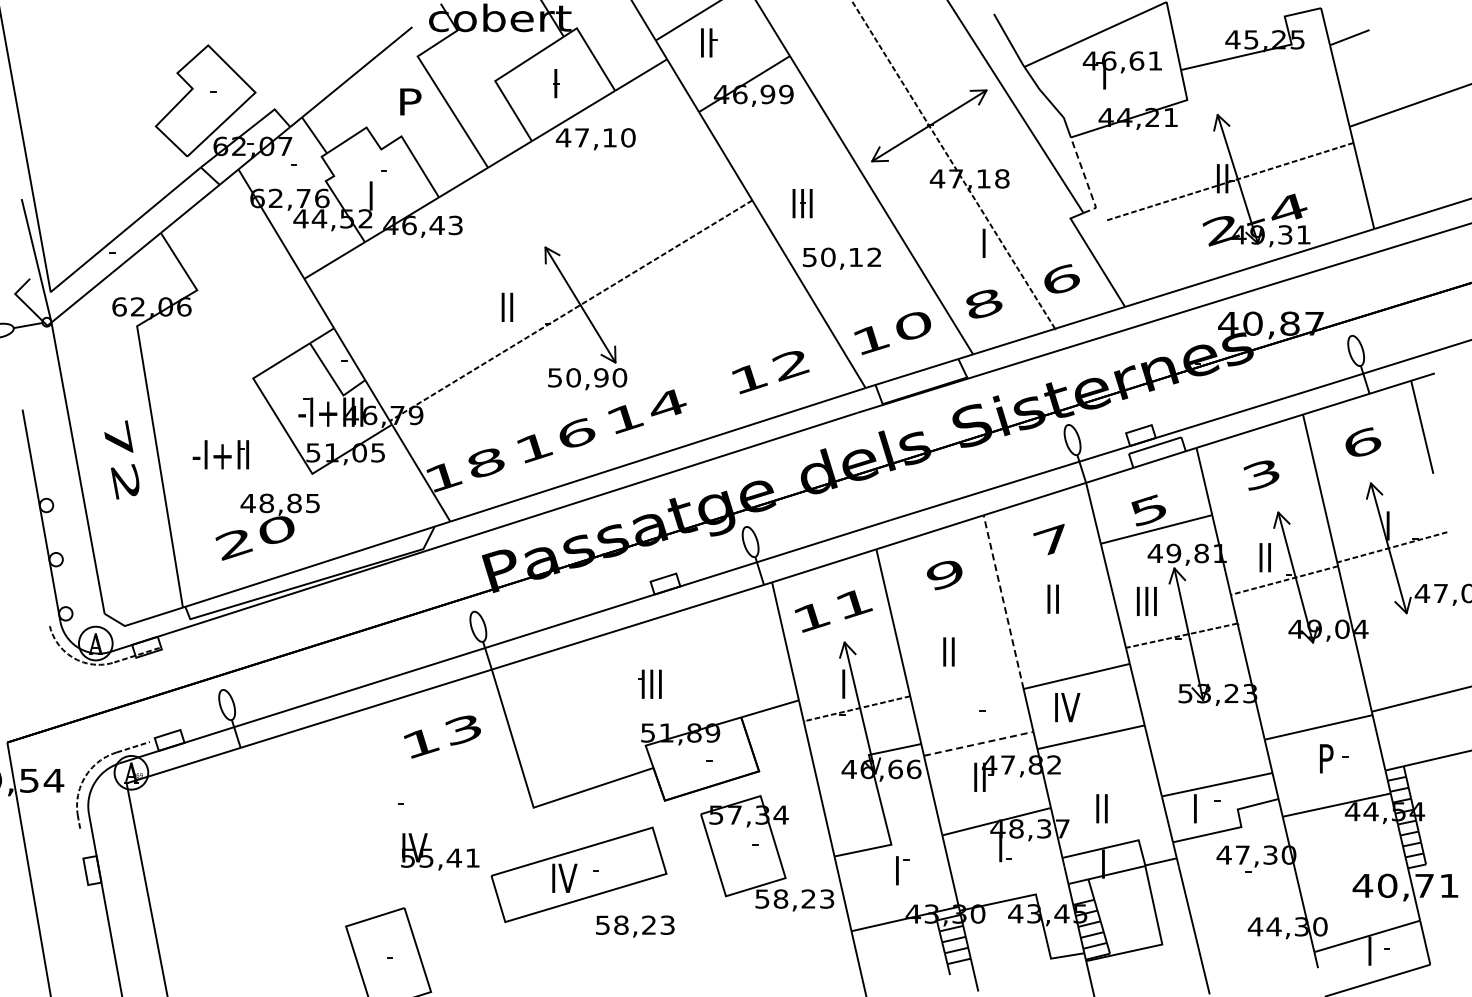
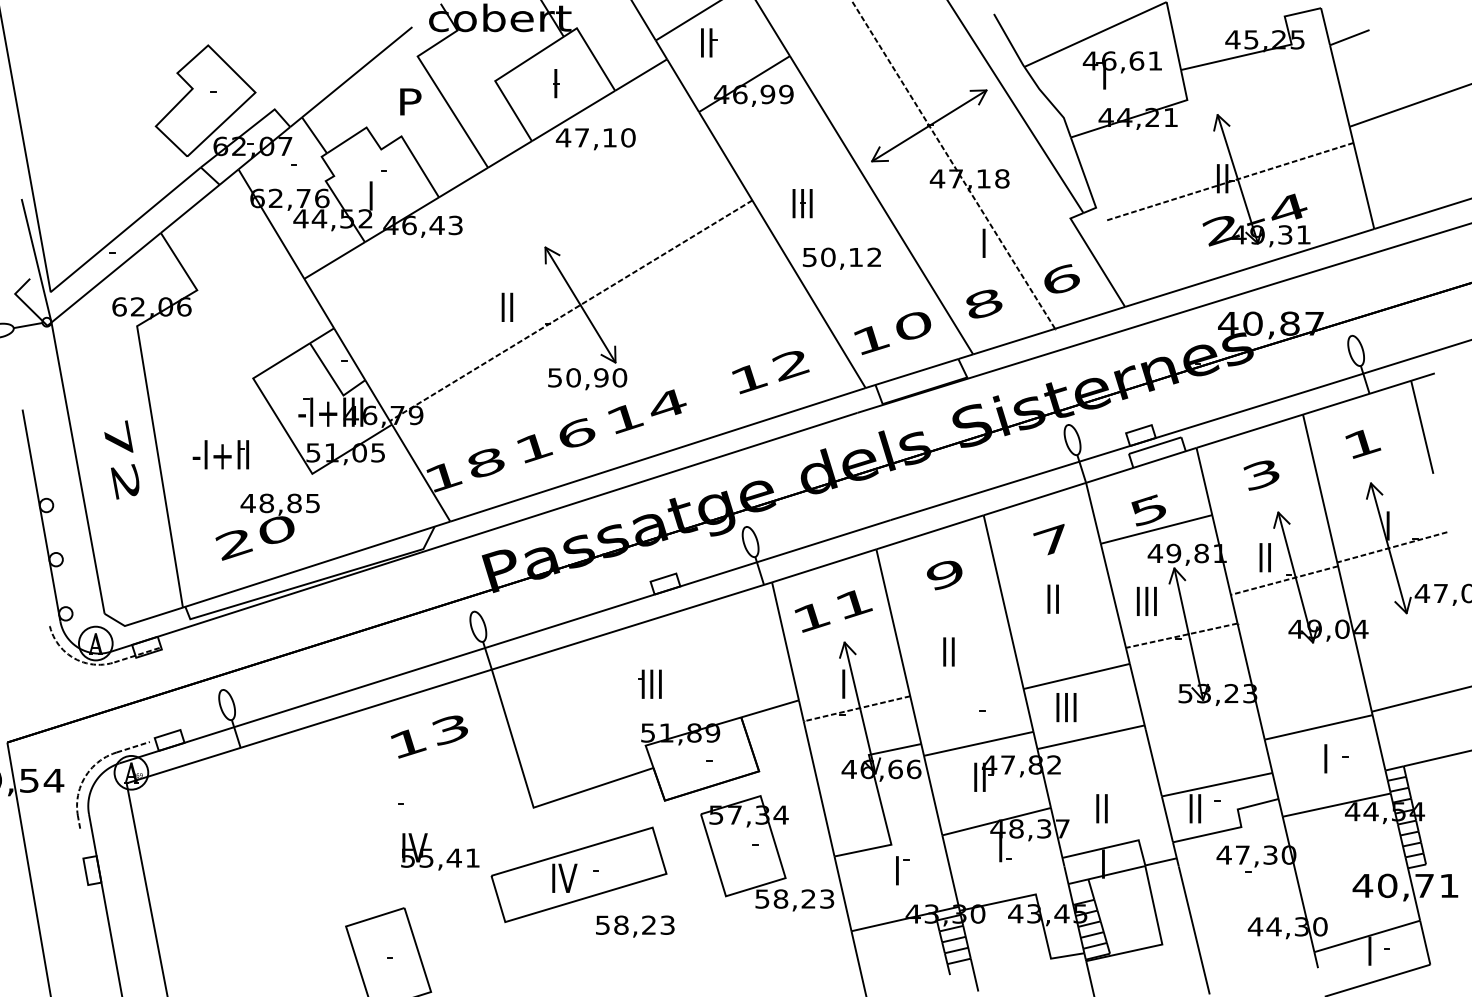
line at (1086, 179): dashed -> solid
text at (1363, 442): 6 -> 1
line at (1003, 602): dashed -> solid
text at (1067, 707): IV -> III
text at (442, 736) position: (442, 736) -> (429, 736)
line at (978, 743): dashed -> solid
text at (1326, 758): P -> I
text at (1195, 808): I -> II
